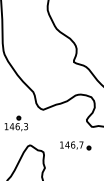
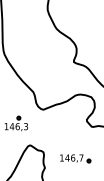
part at (75, 145) position: (75, 145) -> (75, 158)
